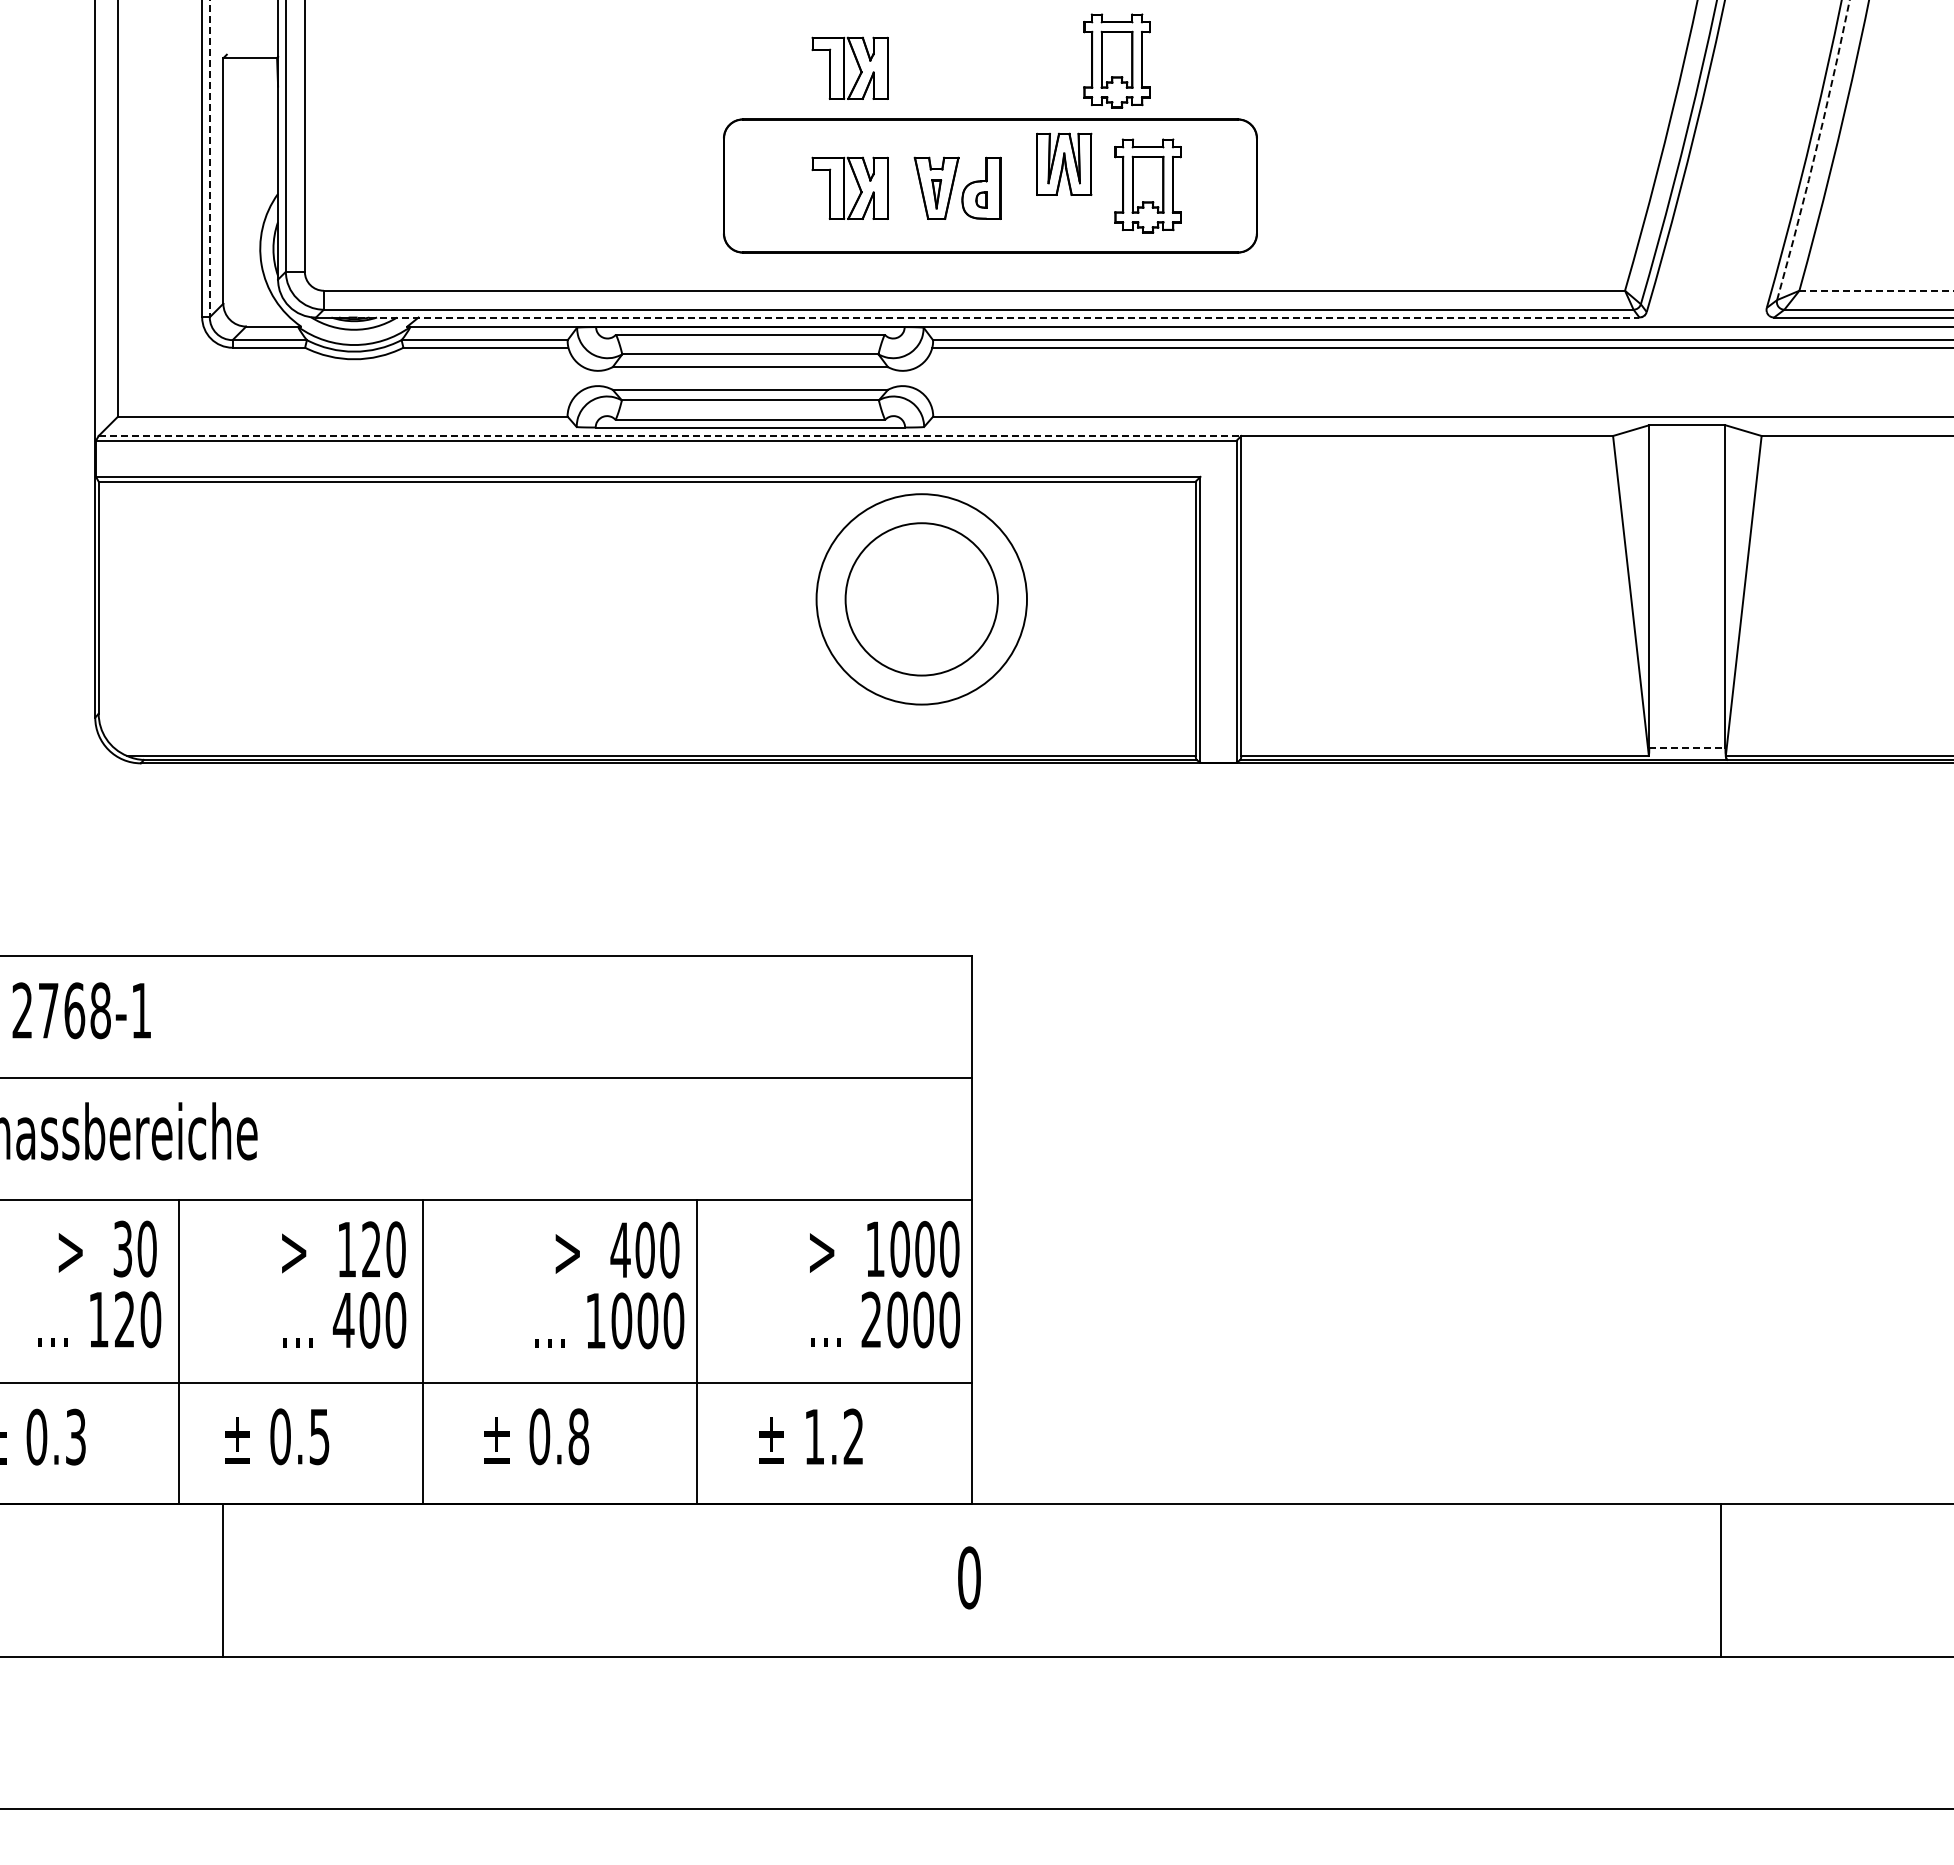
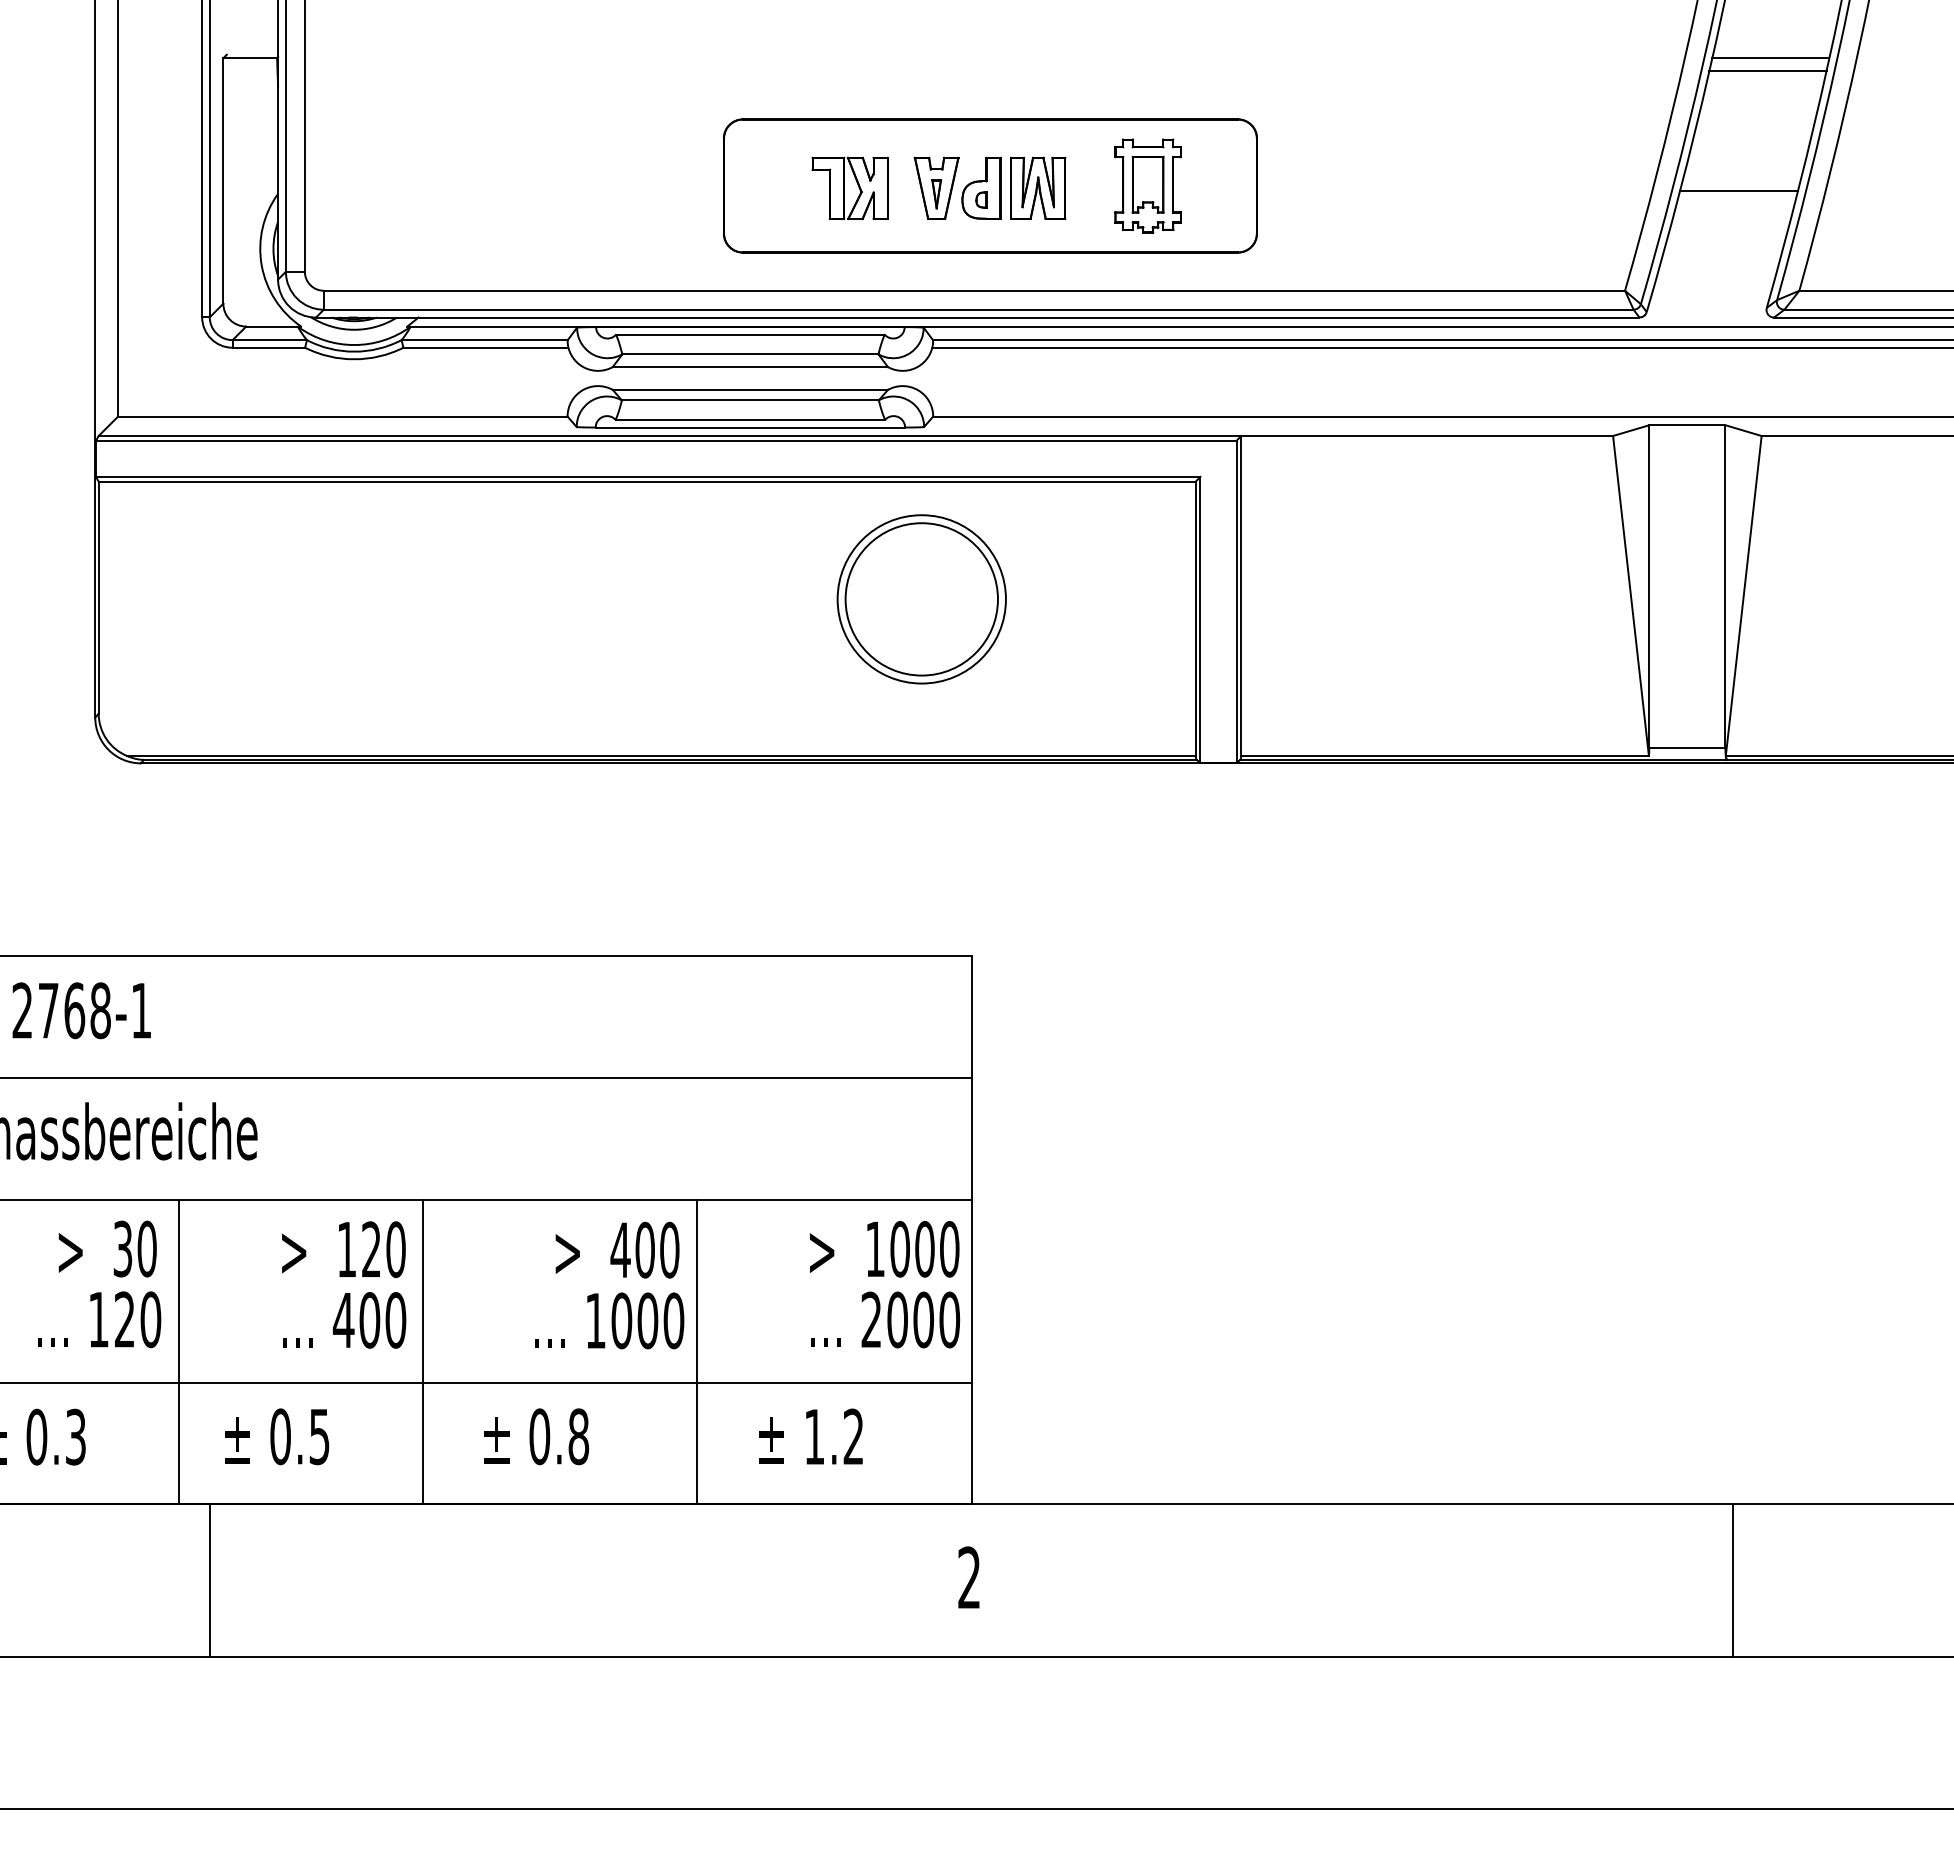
line at (1770, 58): none -> present
part at (1116, 60): present -> none
part at (849, 67): present -> none
line at (1767, 70): none -> present
arc at (1815, 150): dashed -> solid
line at (209, 159): dashed -> solid
part at (1064, 163) position: (1064, 163) -> (1038, 187)
line at (1739, 190): none -> present
line at (1876, 290): dashed -> solid
line at (998, 317): dashed -> solid
line at (670, 436): dashed -> solid
circle at (921, 599) diameter: 210 px -> 168 px
line at (1687, 747): dashed -> solid
text at (969, 1577): 0 -> 2
line at (222, 1580) position: (222, 1580) -> (209, 1580)
line at (1721, 1580) position: (1721, 1580) -> (1733, 1580)
